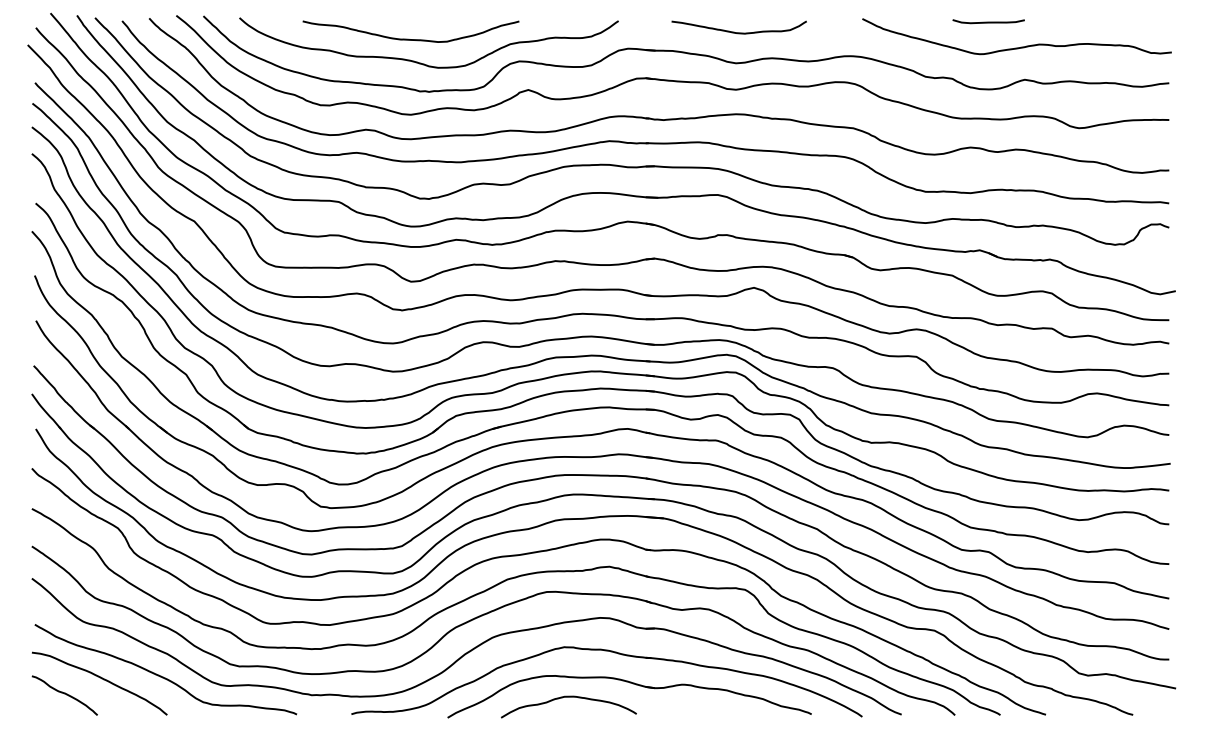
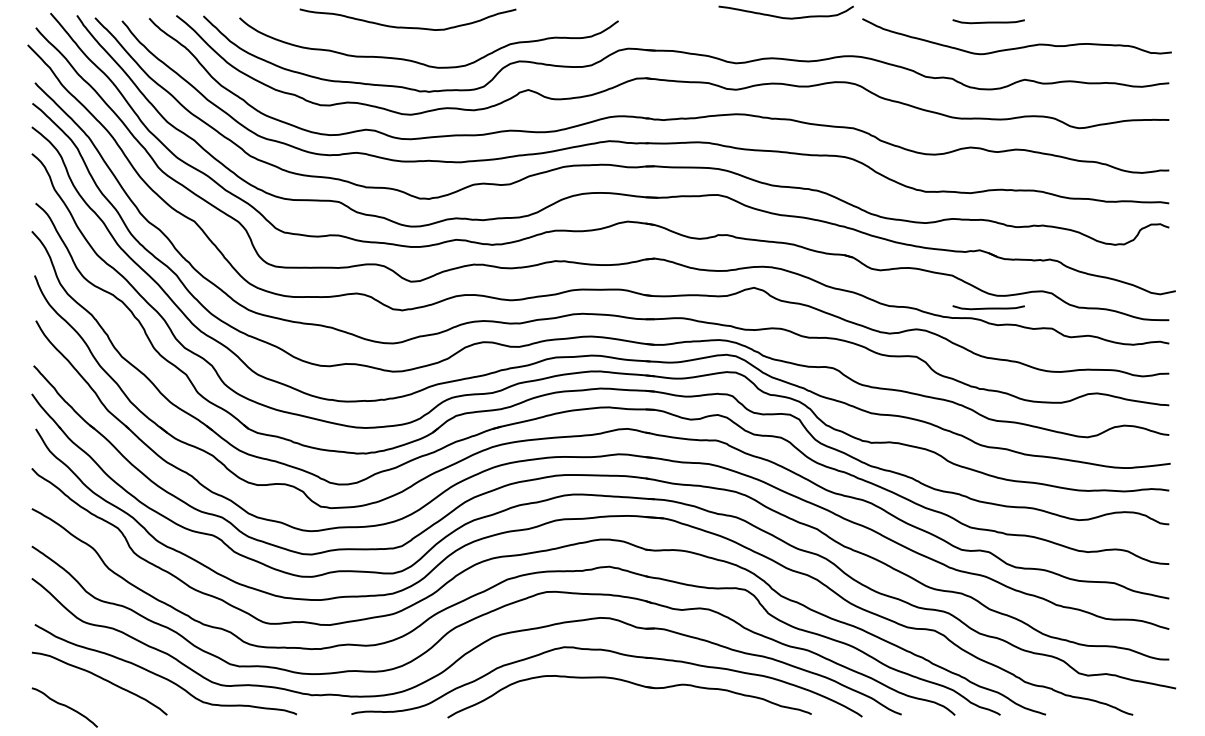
curve at (738, 32) position: (738, 32) -> (785, 17)
curve at (408, 38) position: (408, 38) -> (405, 26)
curve at (988, 307): none -> present
curve at (64, 694) position: (64, 694) -> (64, 706)
curve at (568, 697): present -> none
